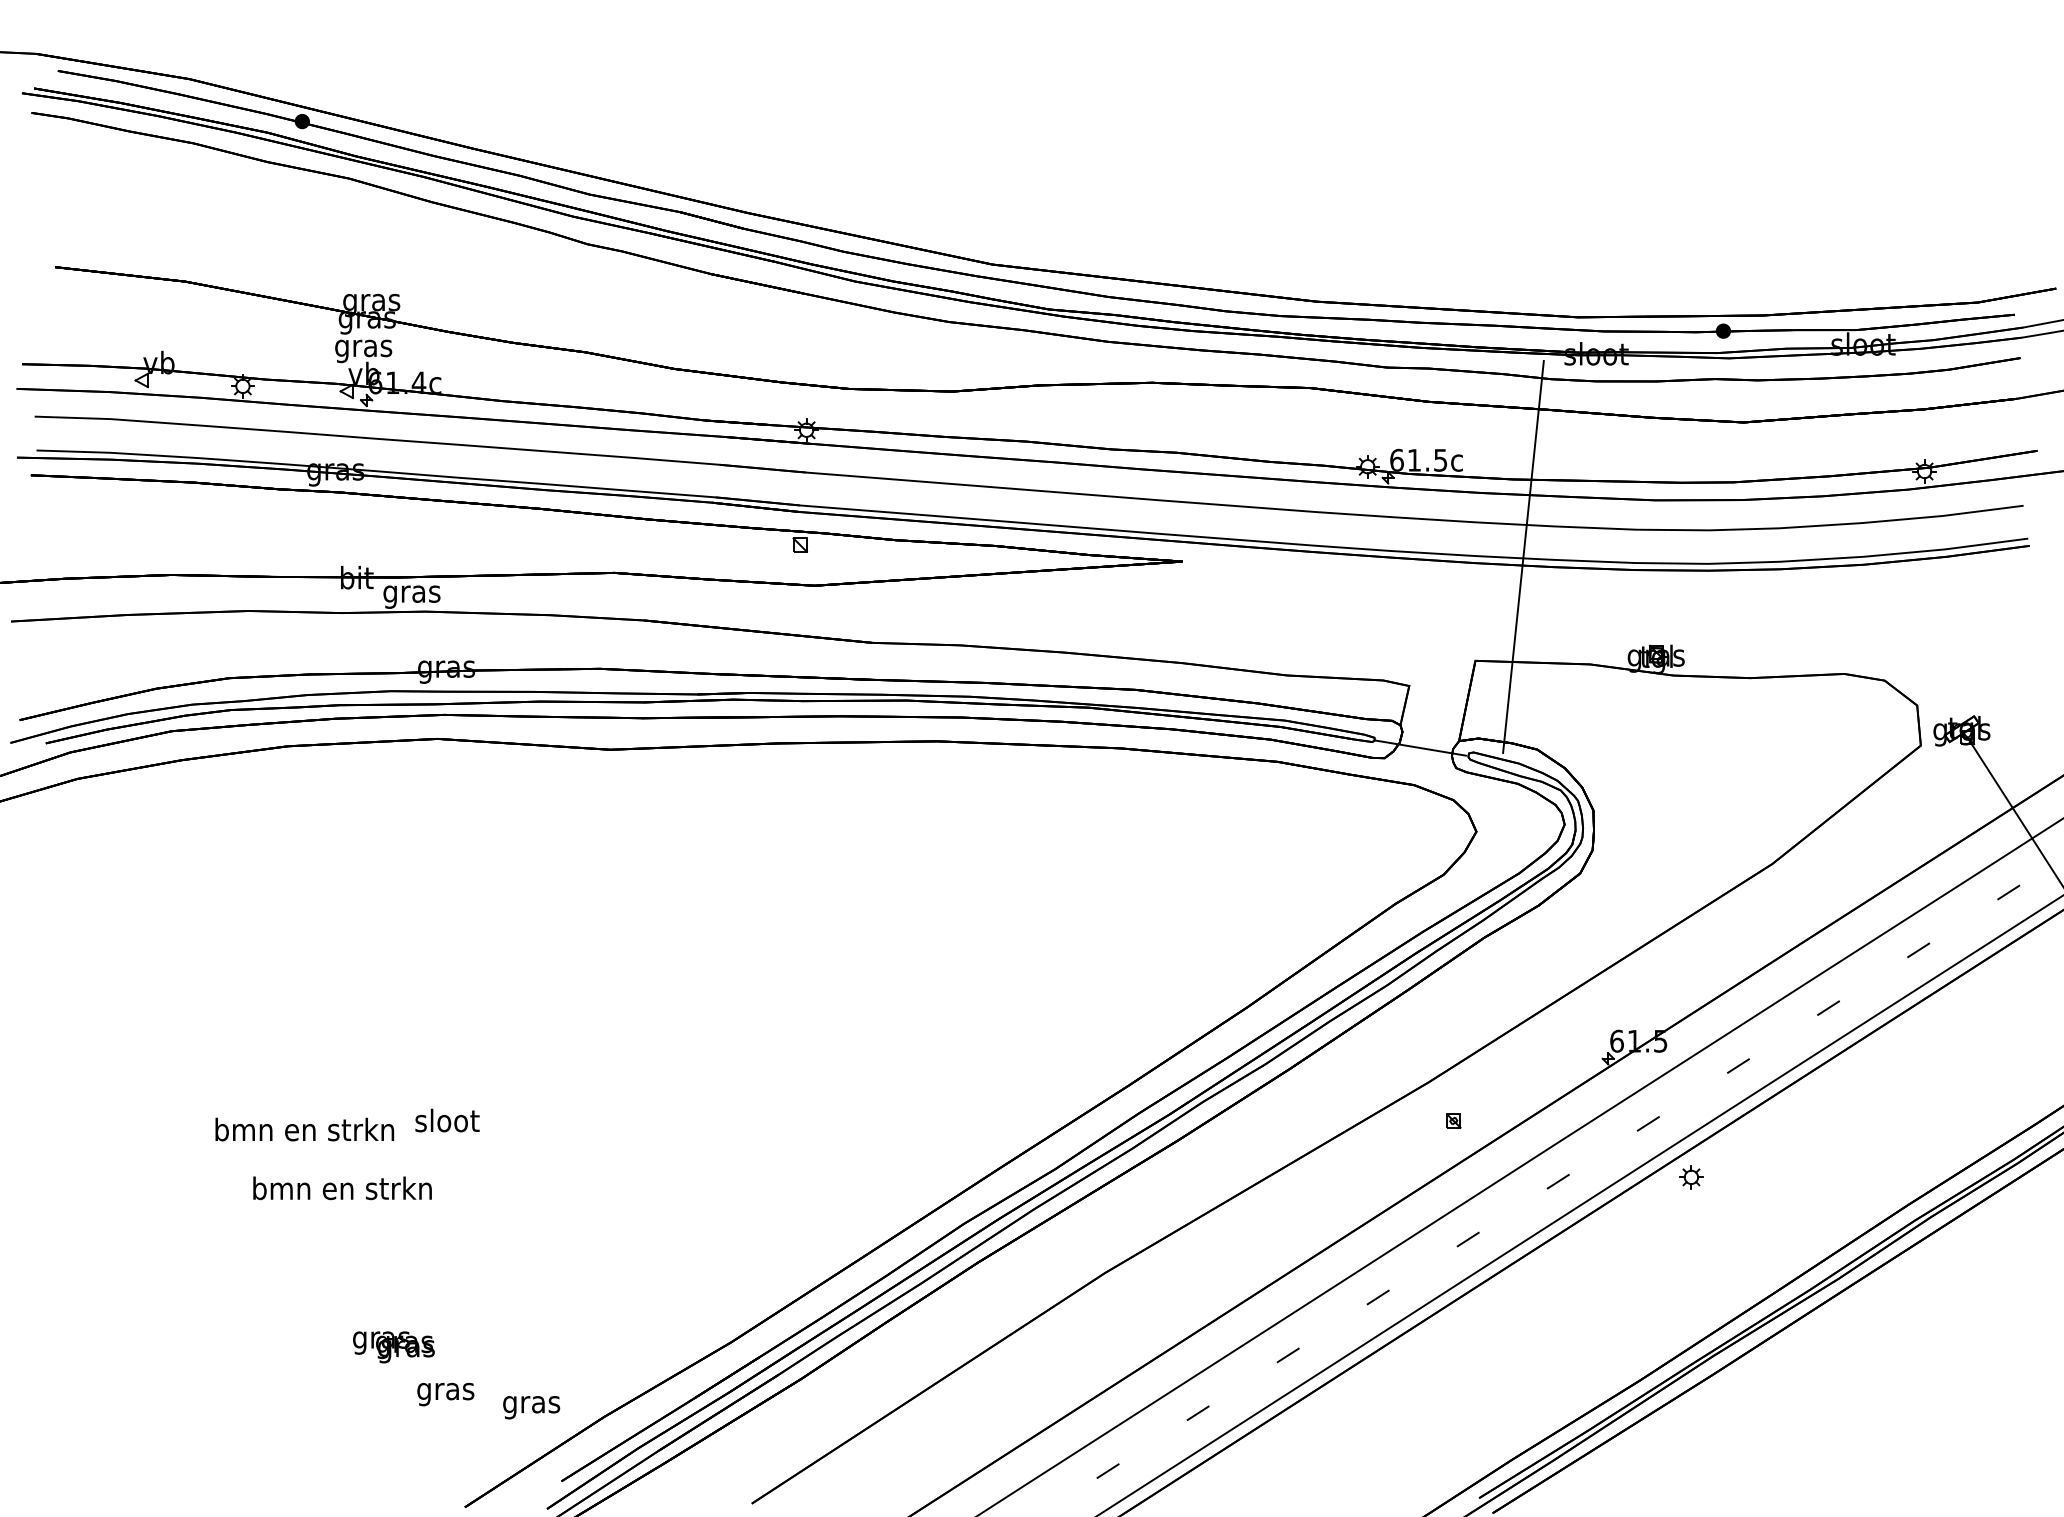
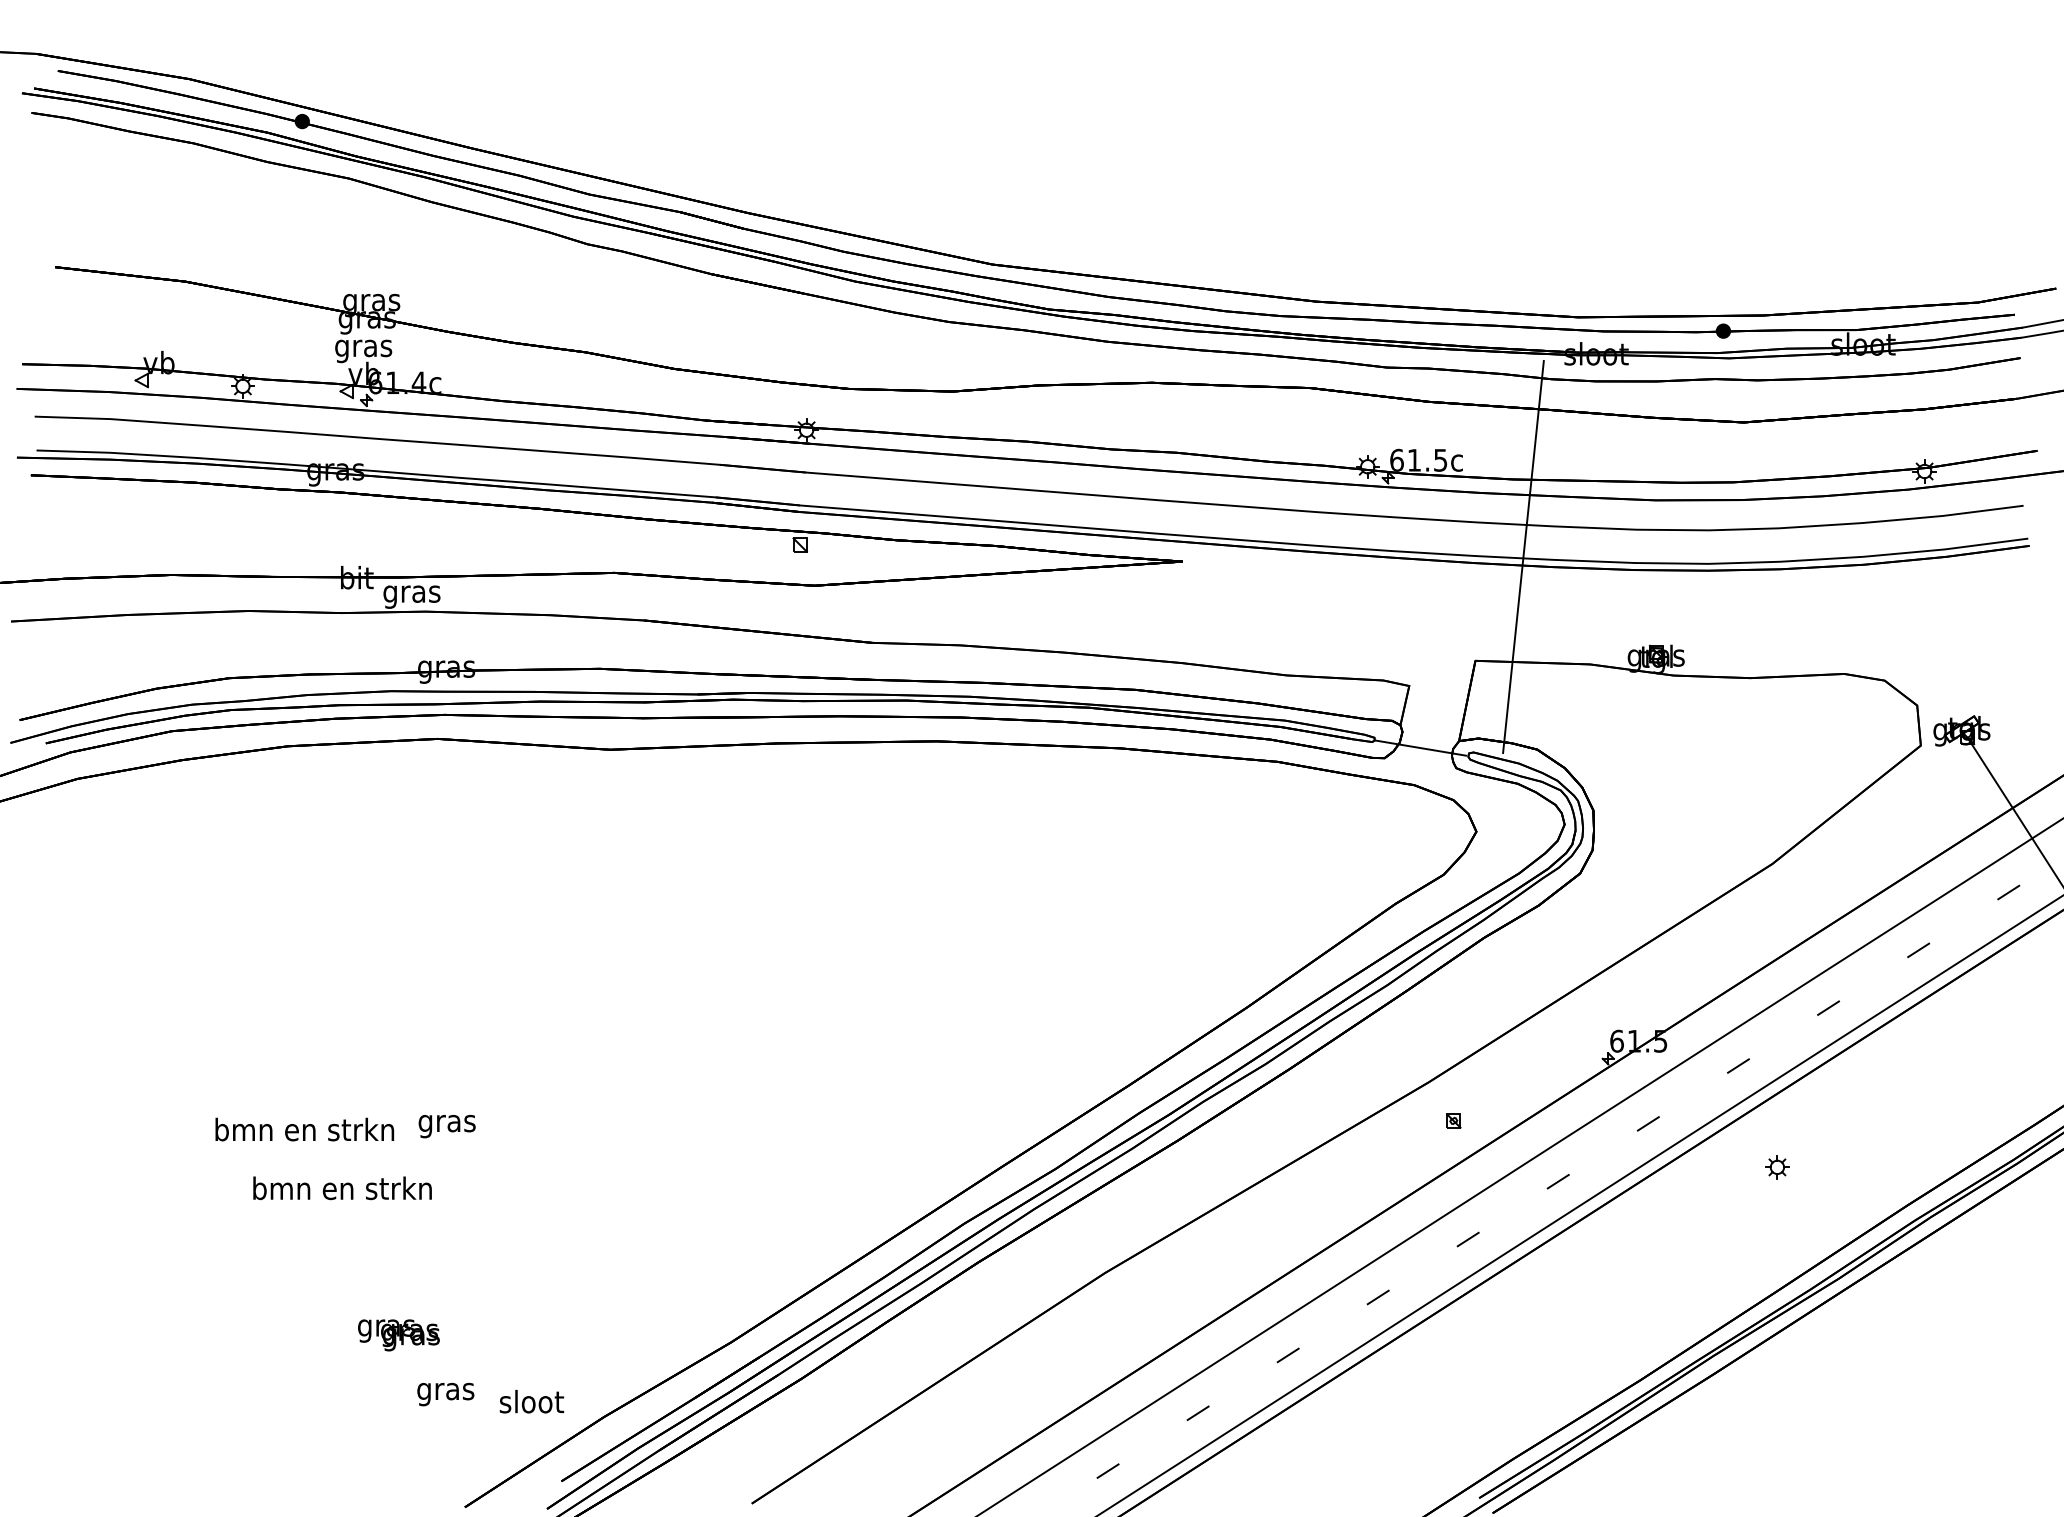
text at (447, 1123): sloot -> gras
part at (1691, 1177) position: (1691, 1177) -> (1777, 1167)
text at (393, 1347) position: (393, 1347) -> (398, 1335)
text at (531, 1404): gras -> sloot
